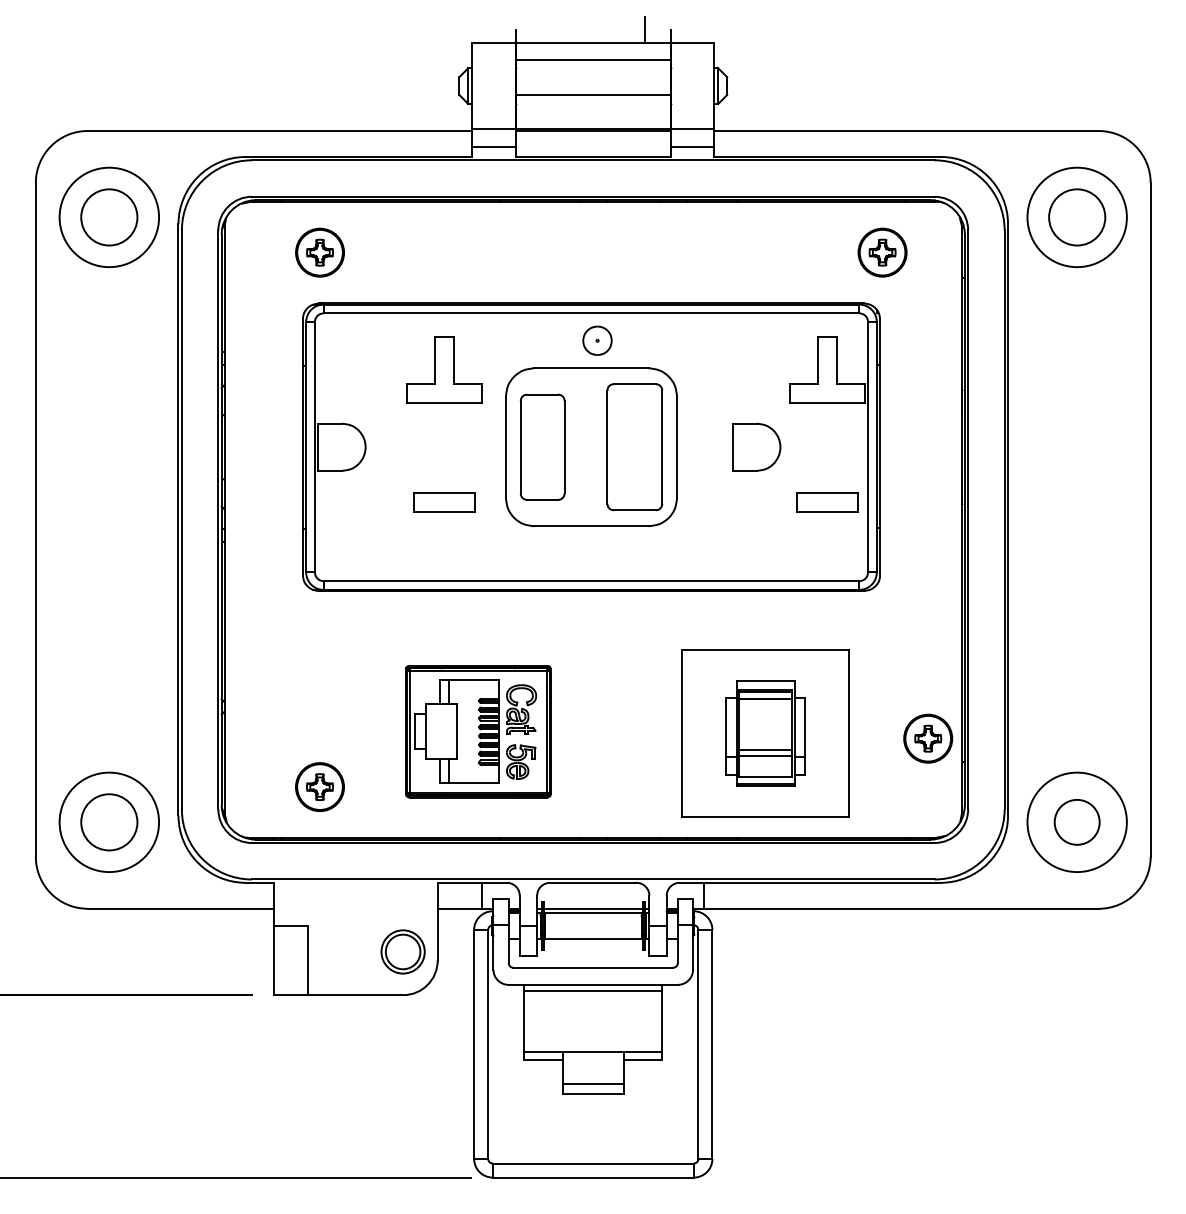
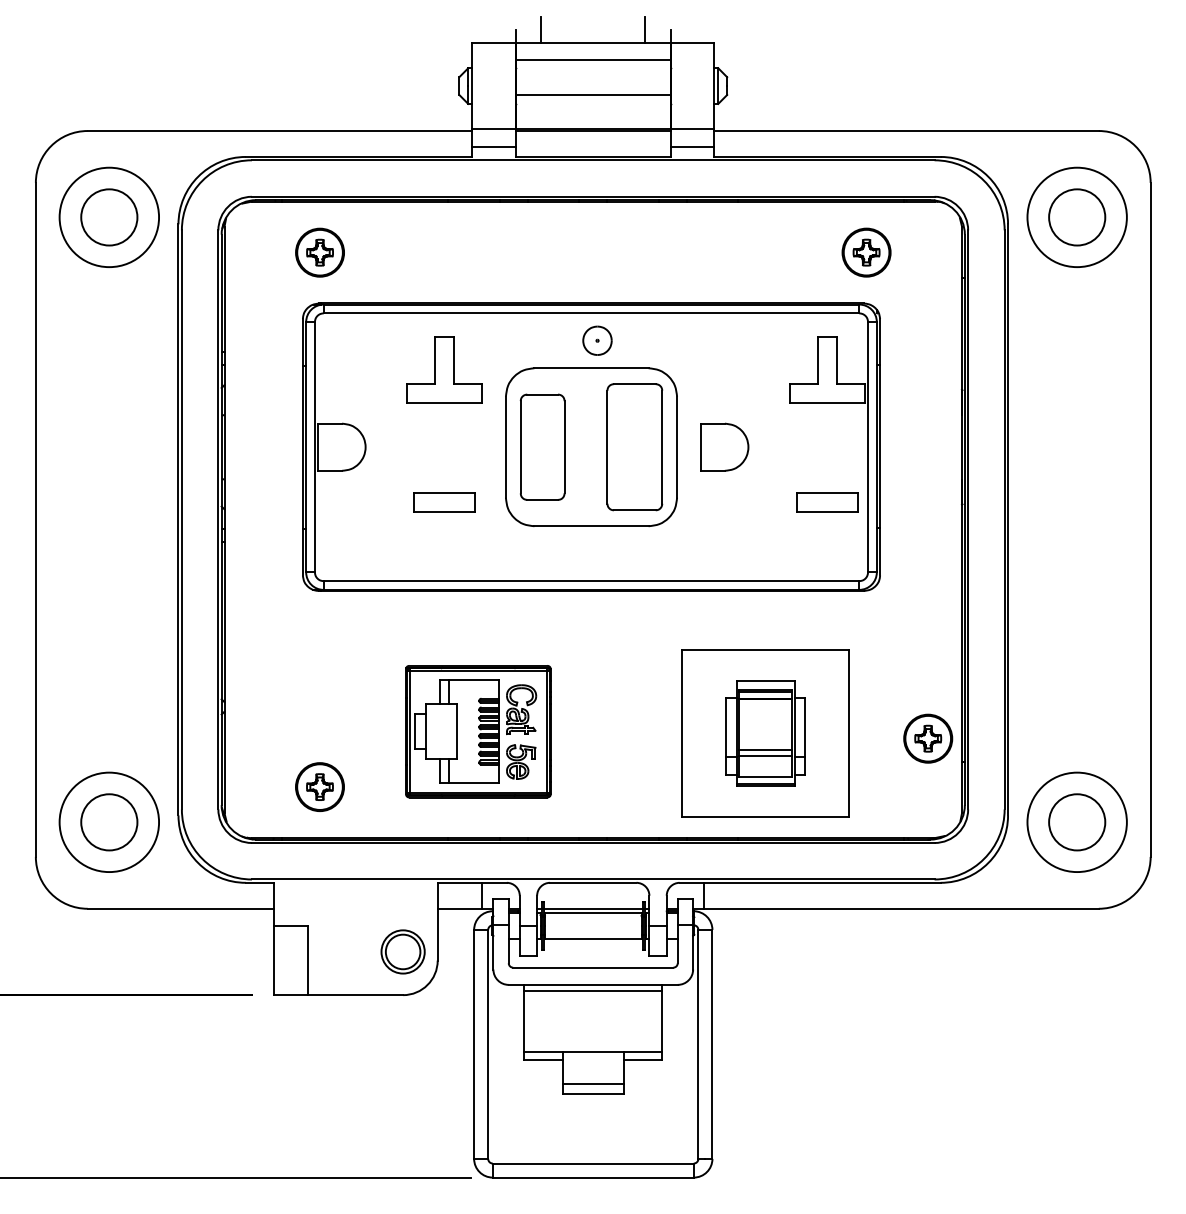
line at (541, 29): none -> present
part at (882, 252) position: (882, 252) -> (866, 252)
part at (756, 446) position: (756, 446) -> (724, 446)
circle at (1076, 821) diameter: 45 px -> 56 px
